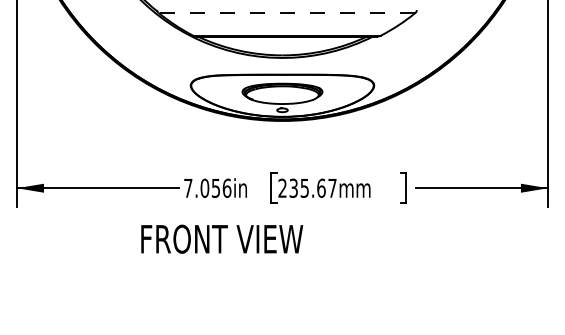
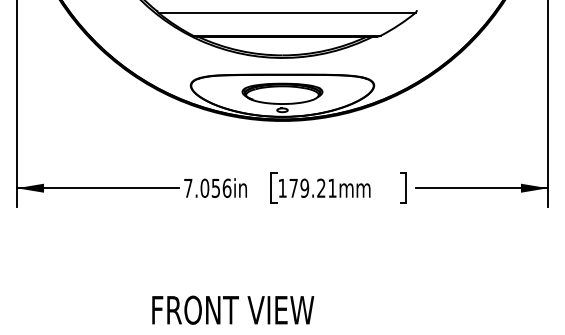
line at (286, 12): dashed -> solid
text at (307, 187): 235.67mm -> 179.21mm
text at (222, 238) position: (222, 238) -> (233, 309)
